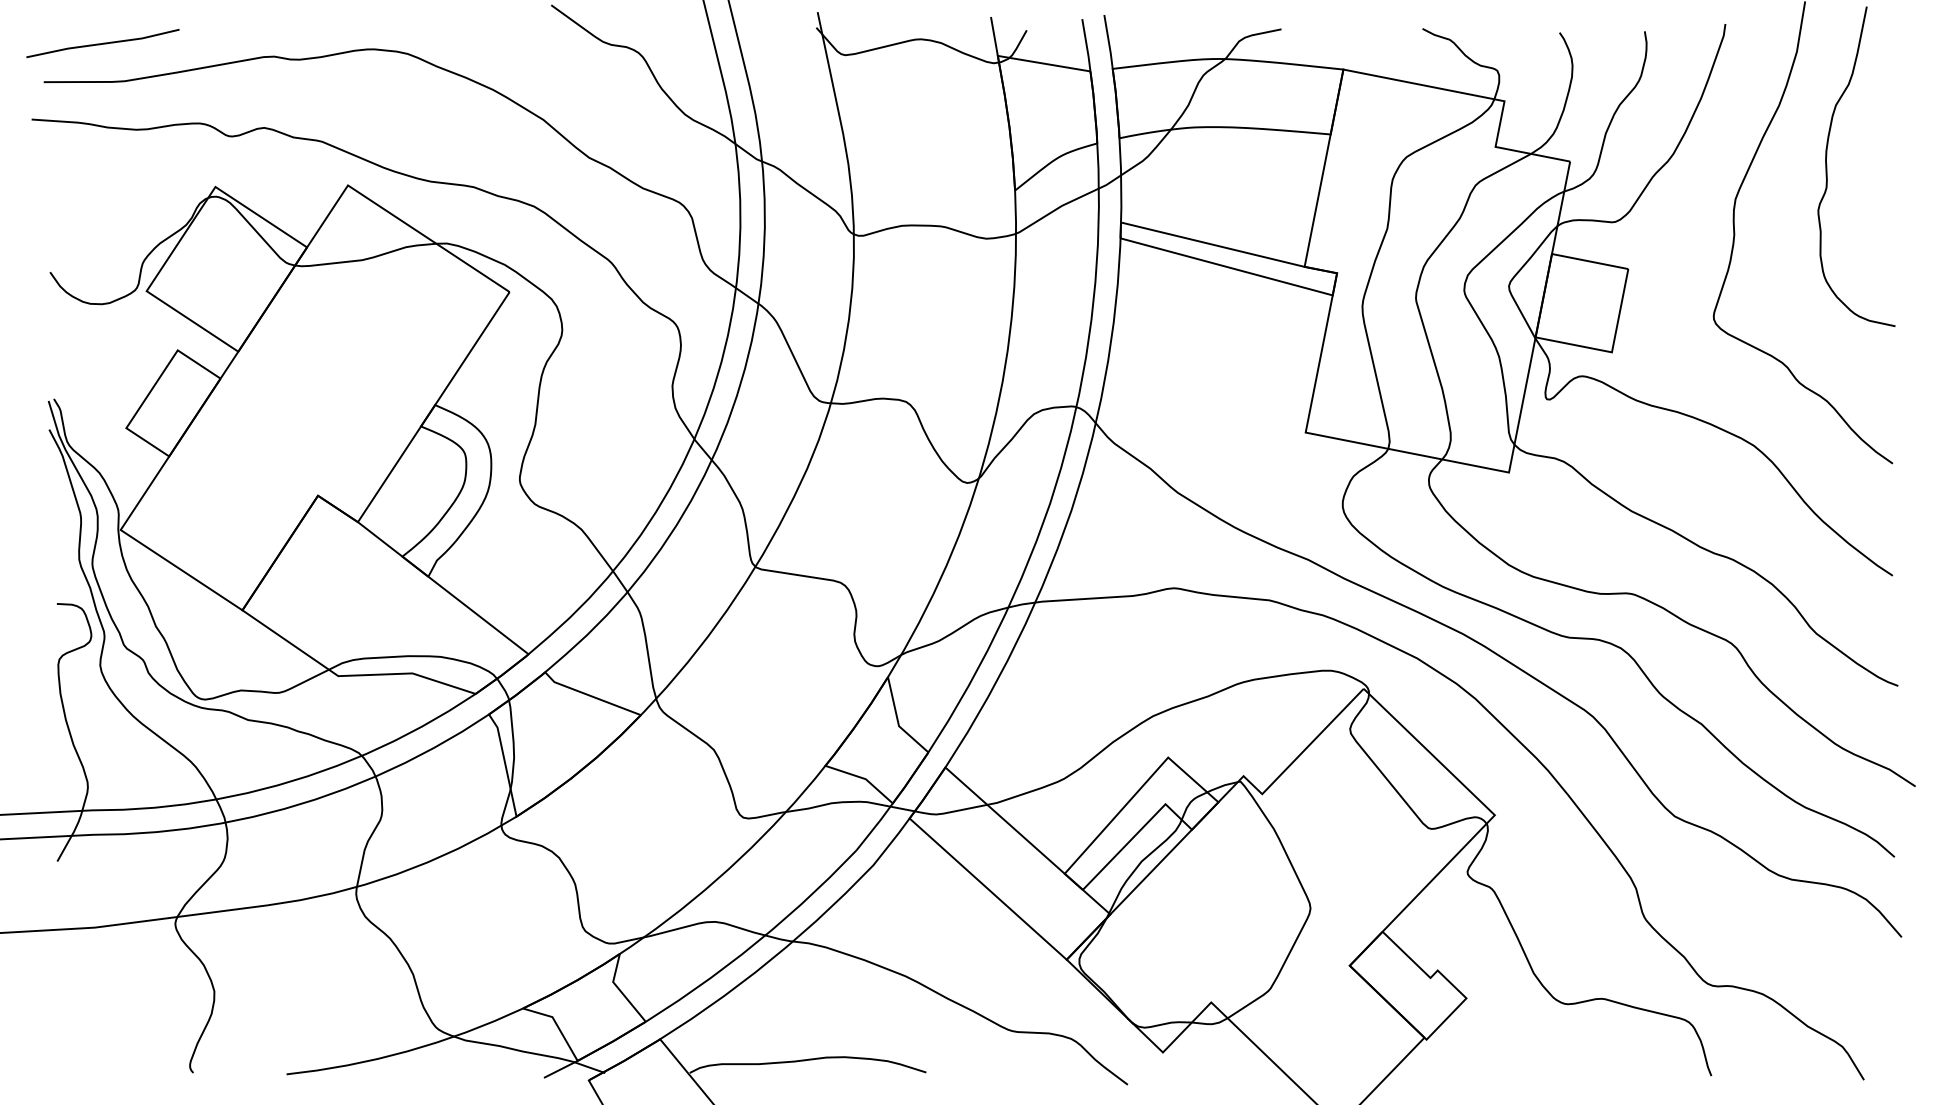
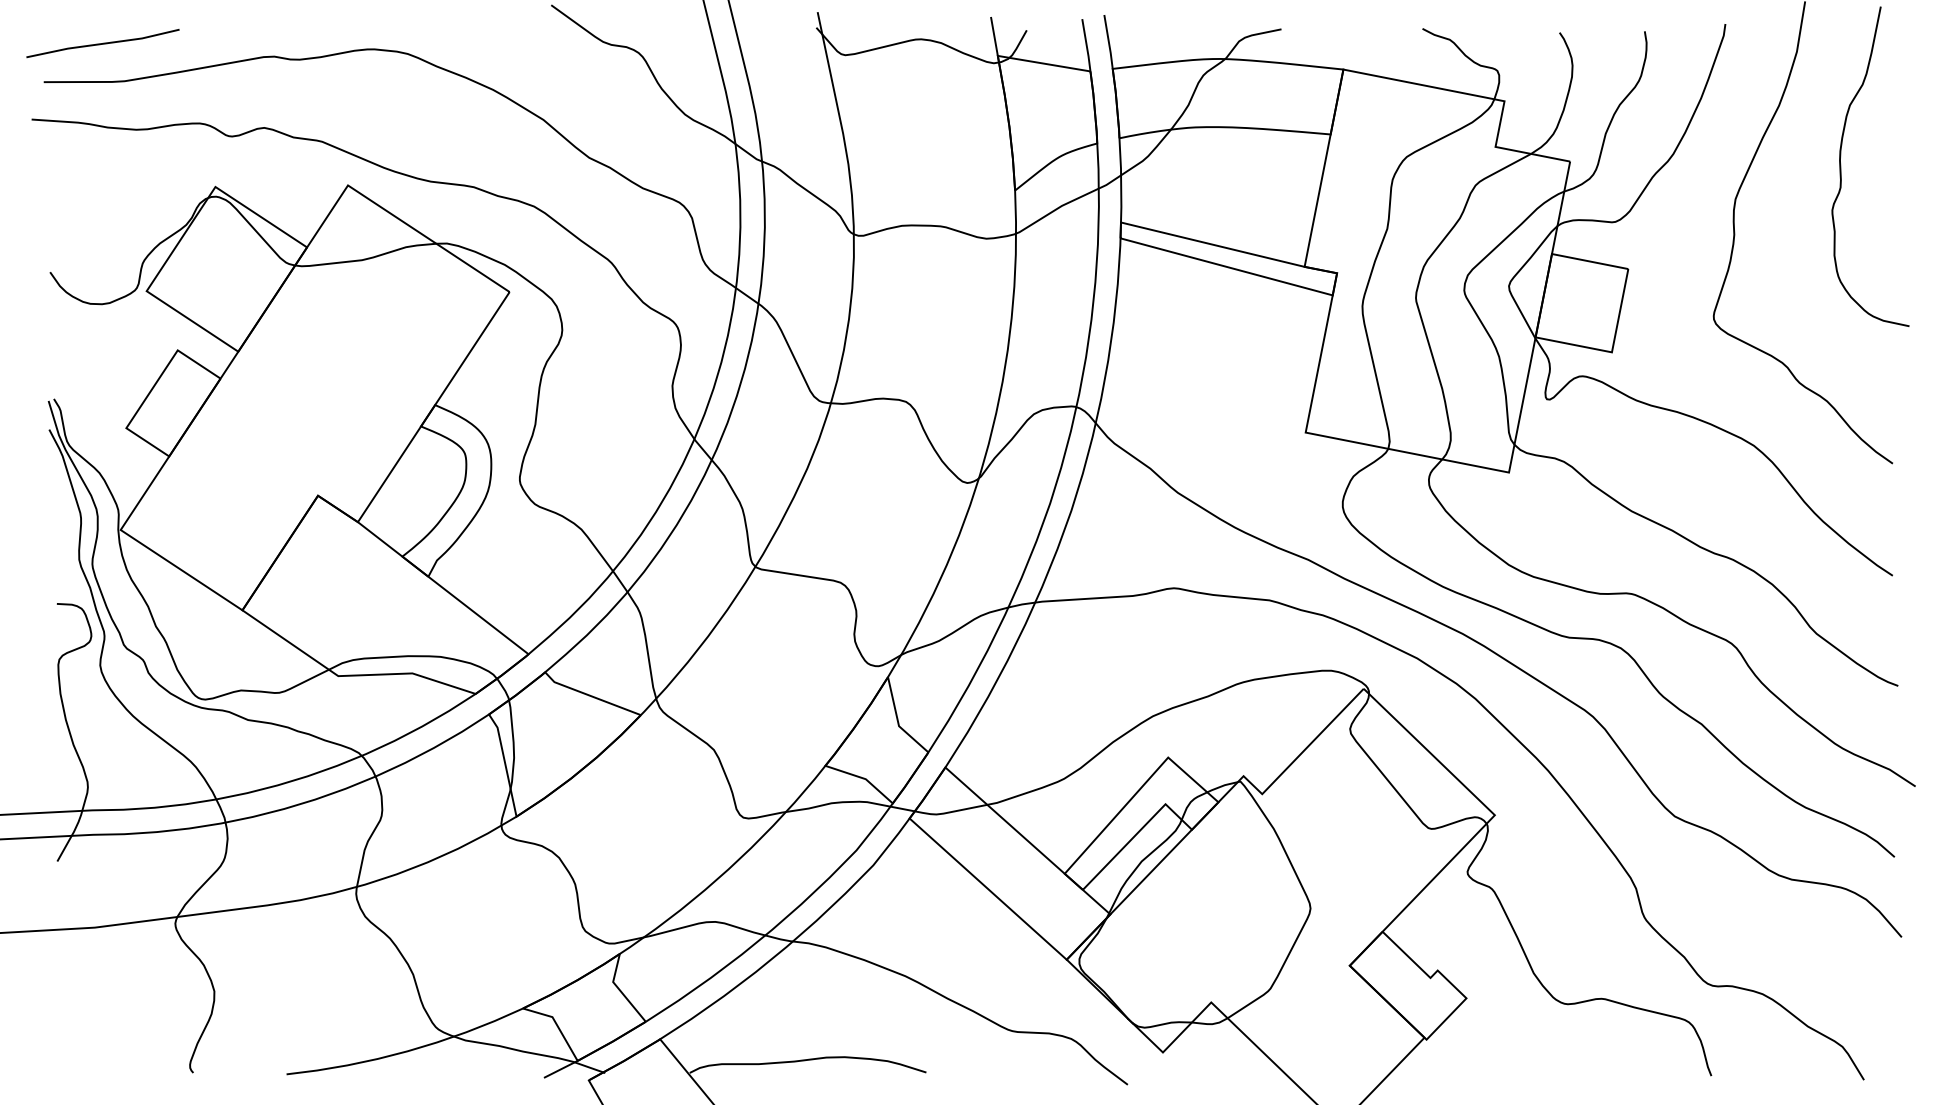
curve at (1827, 166) position: (1827, 166) -> (1841, 166)
